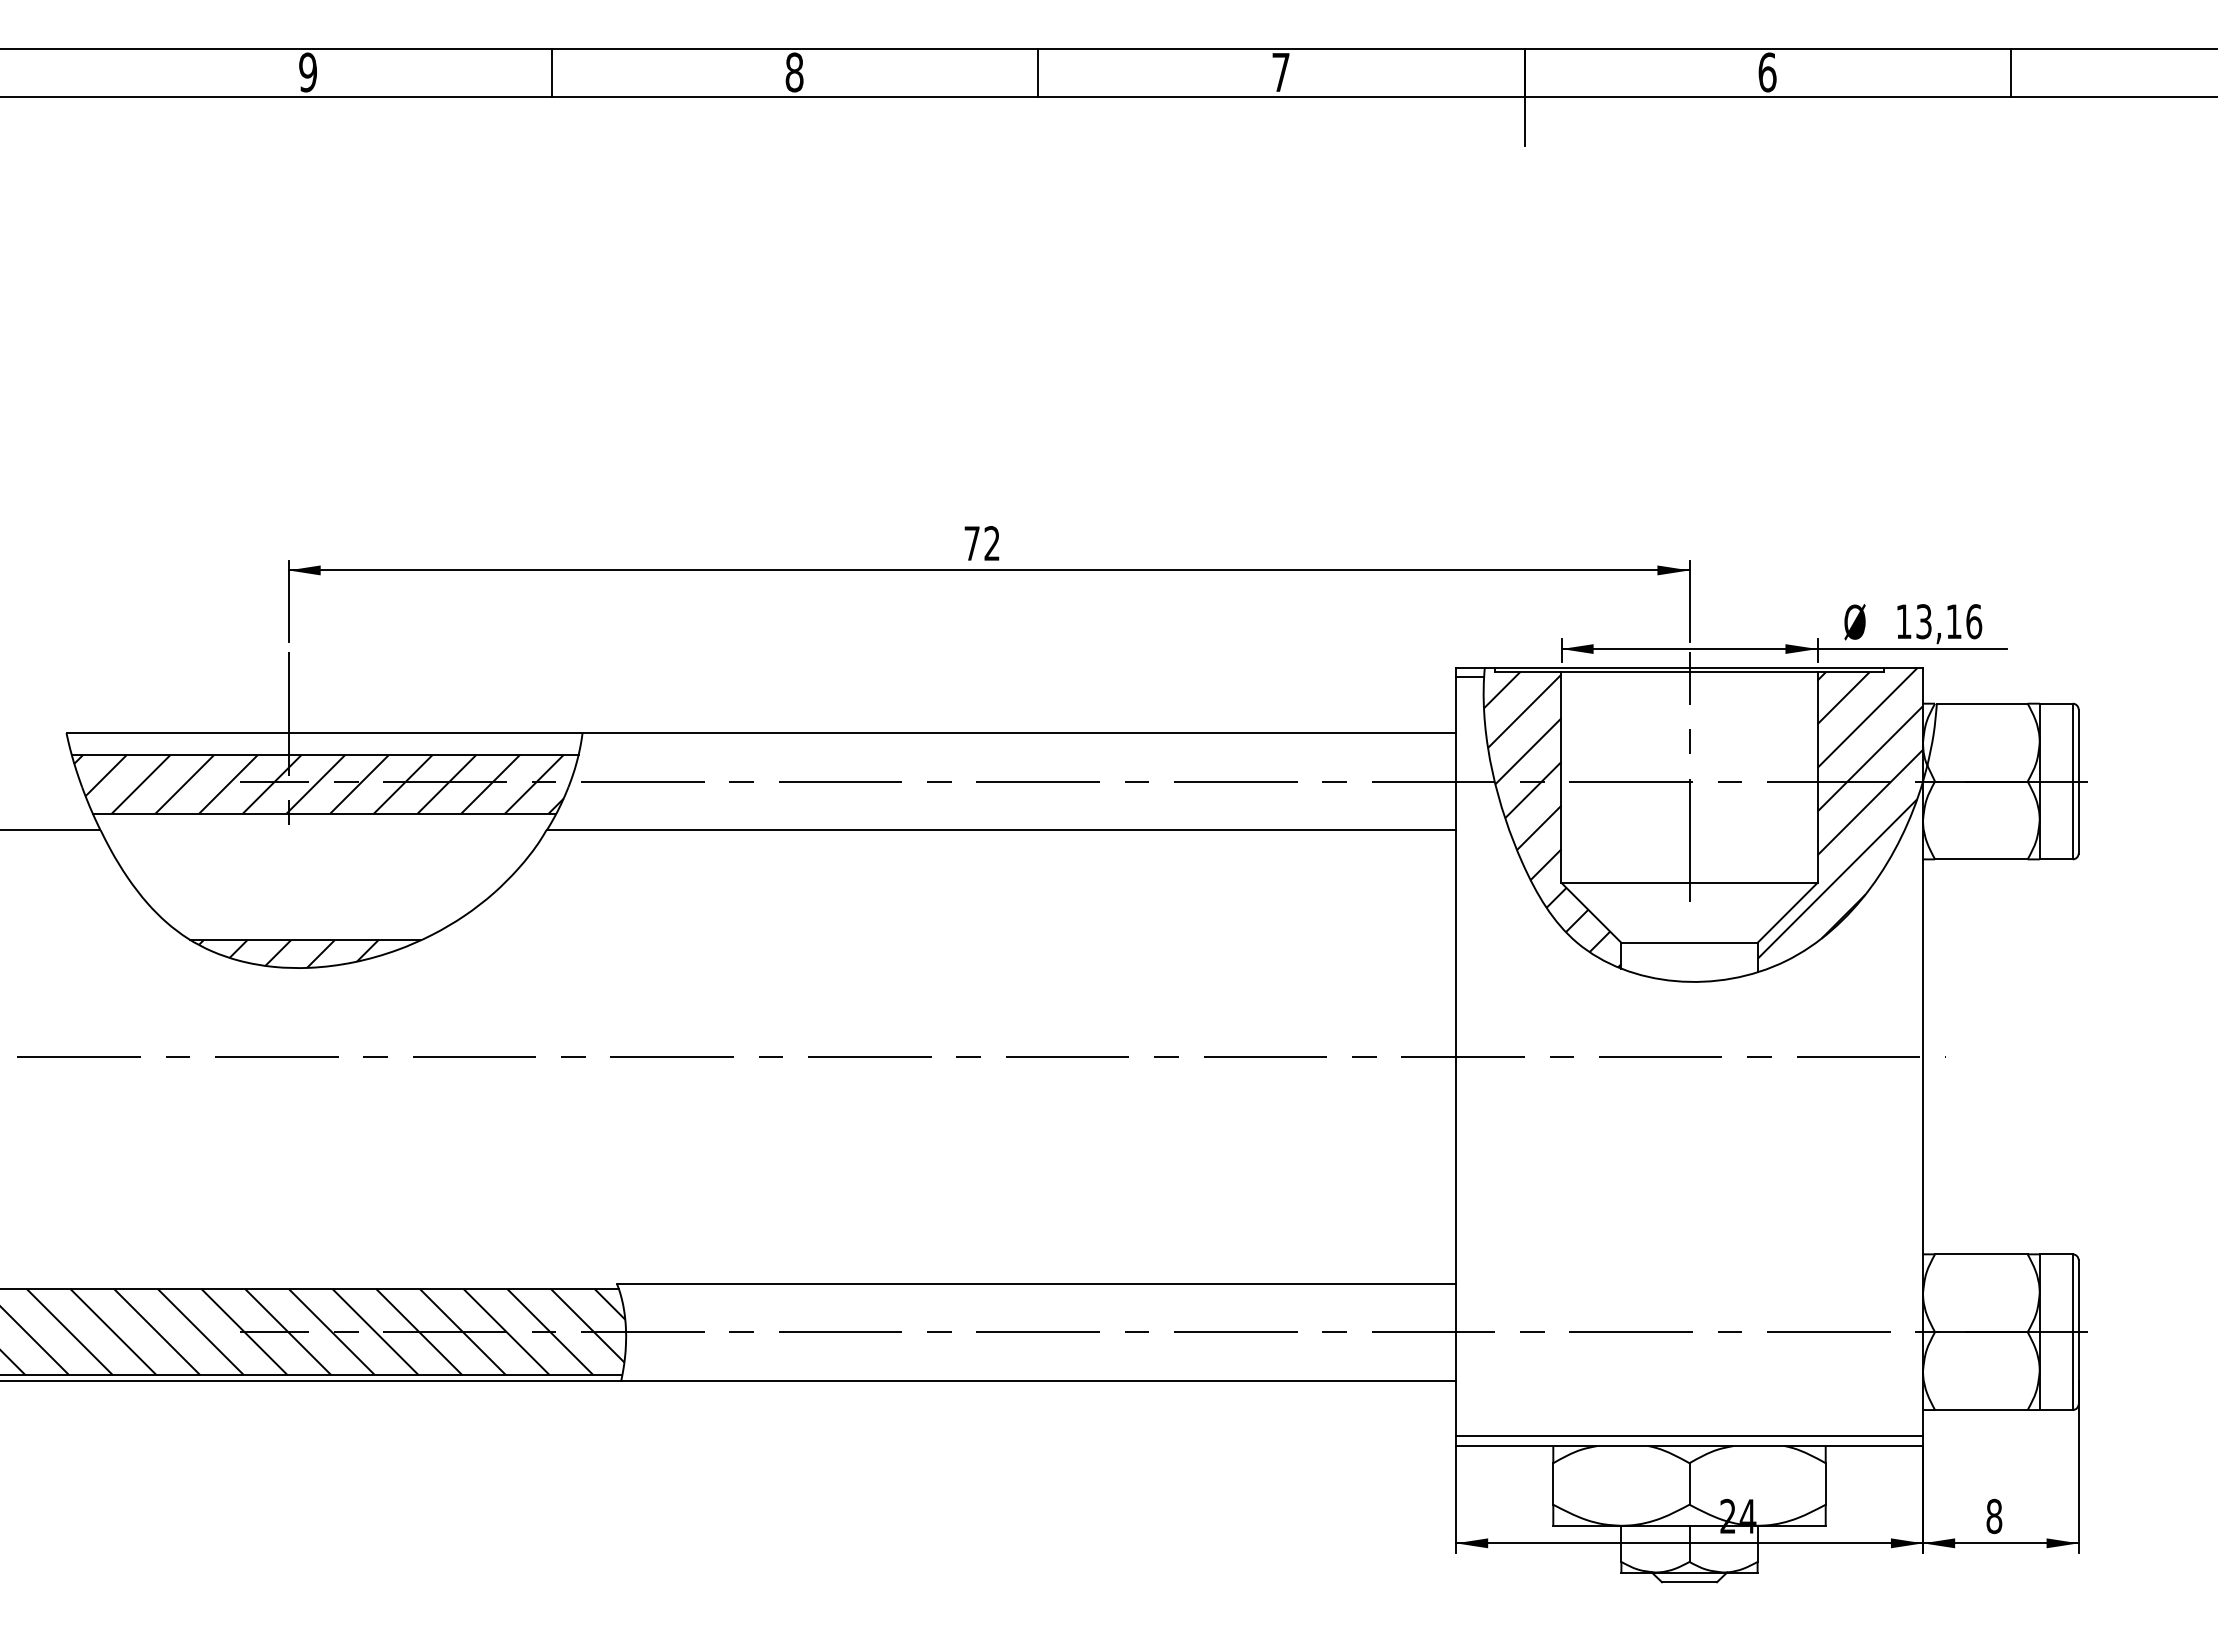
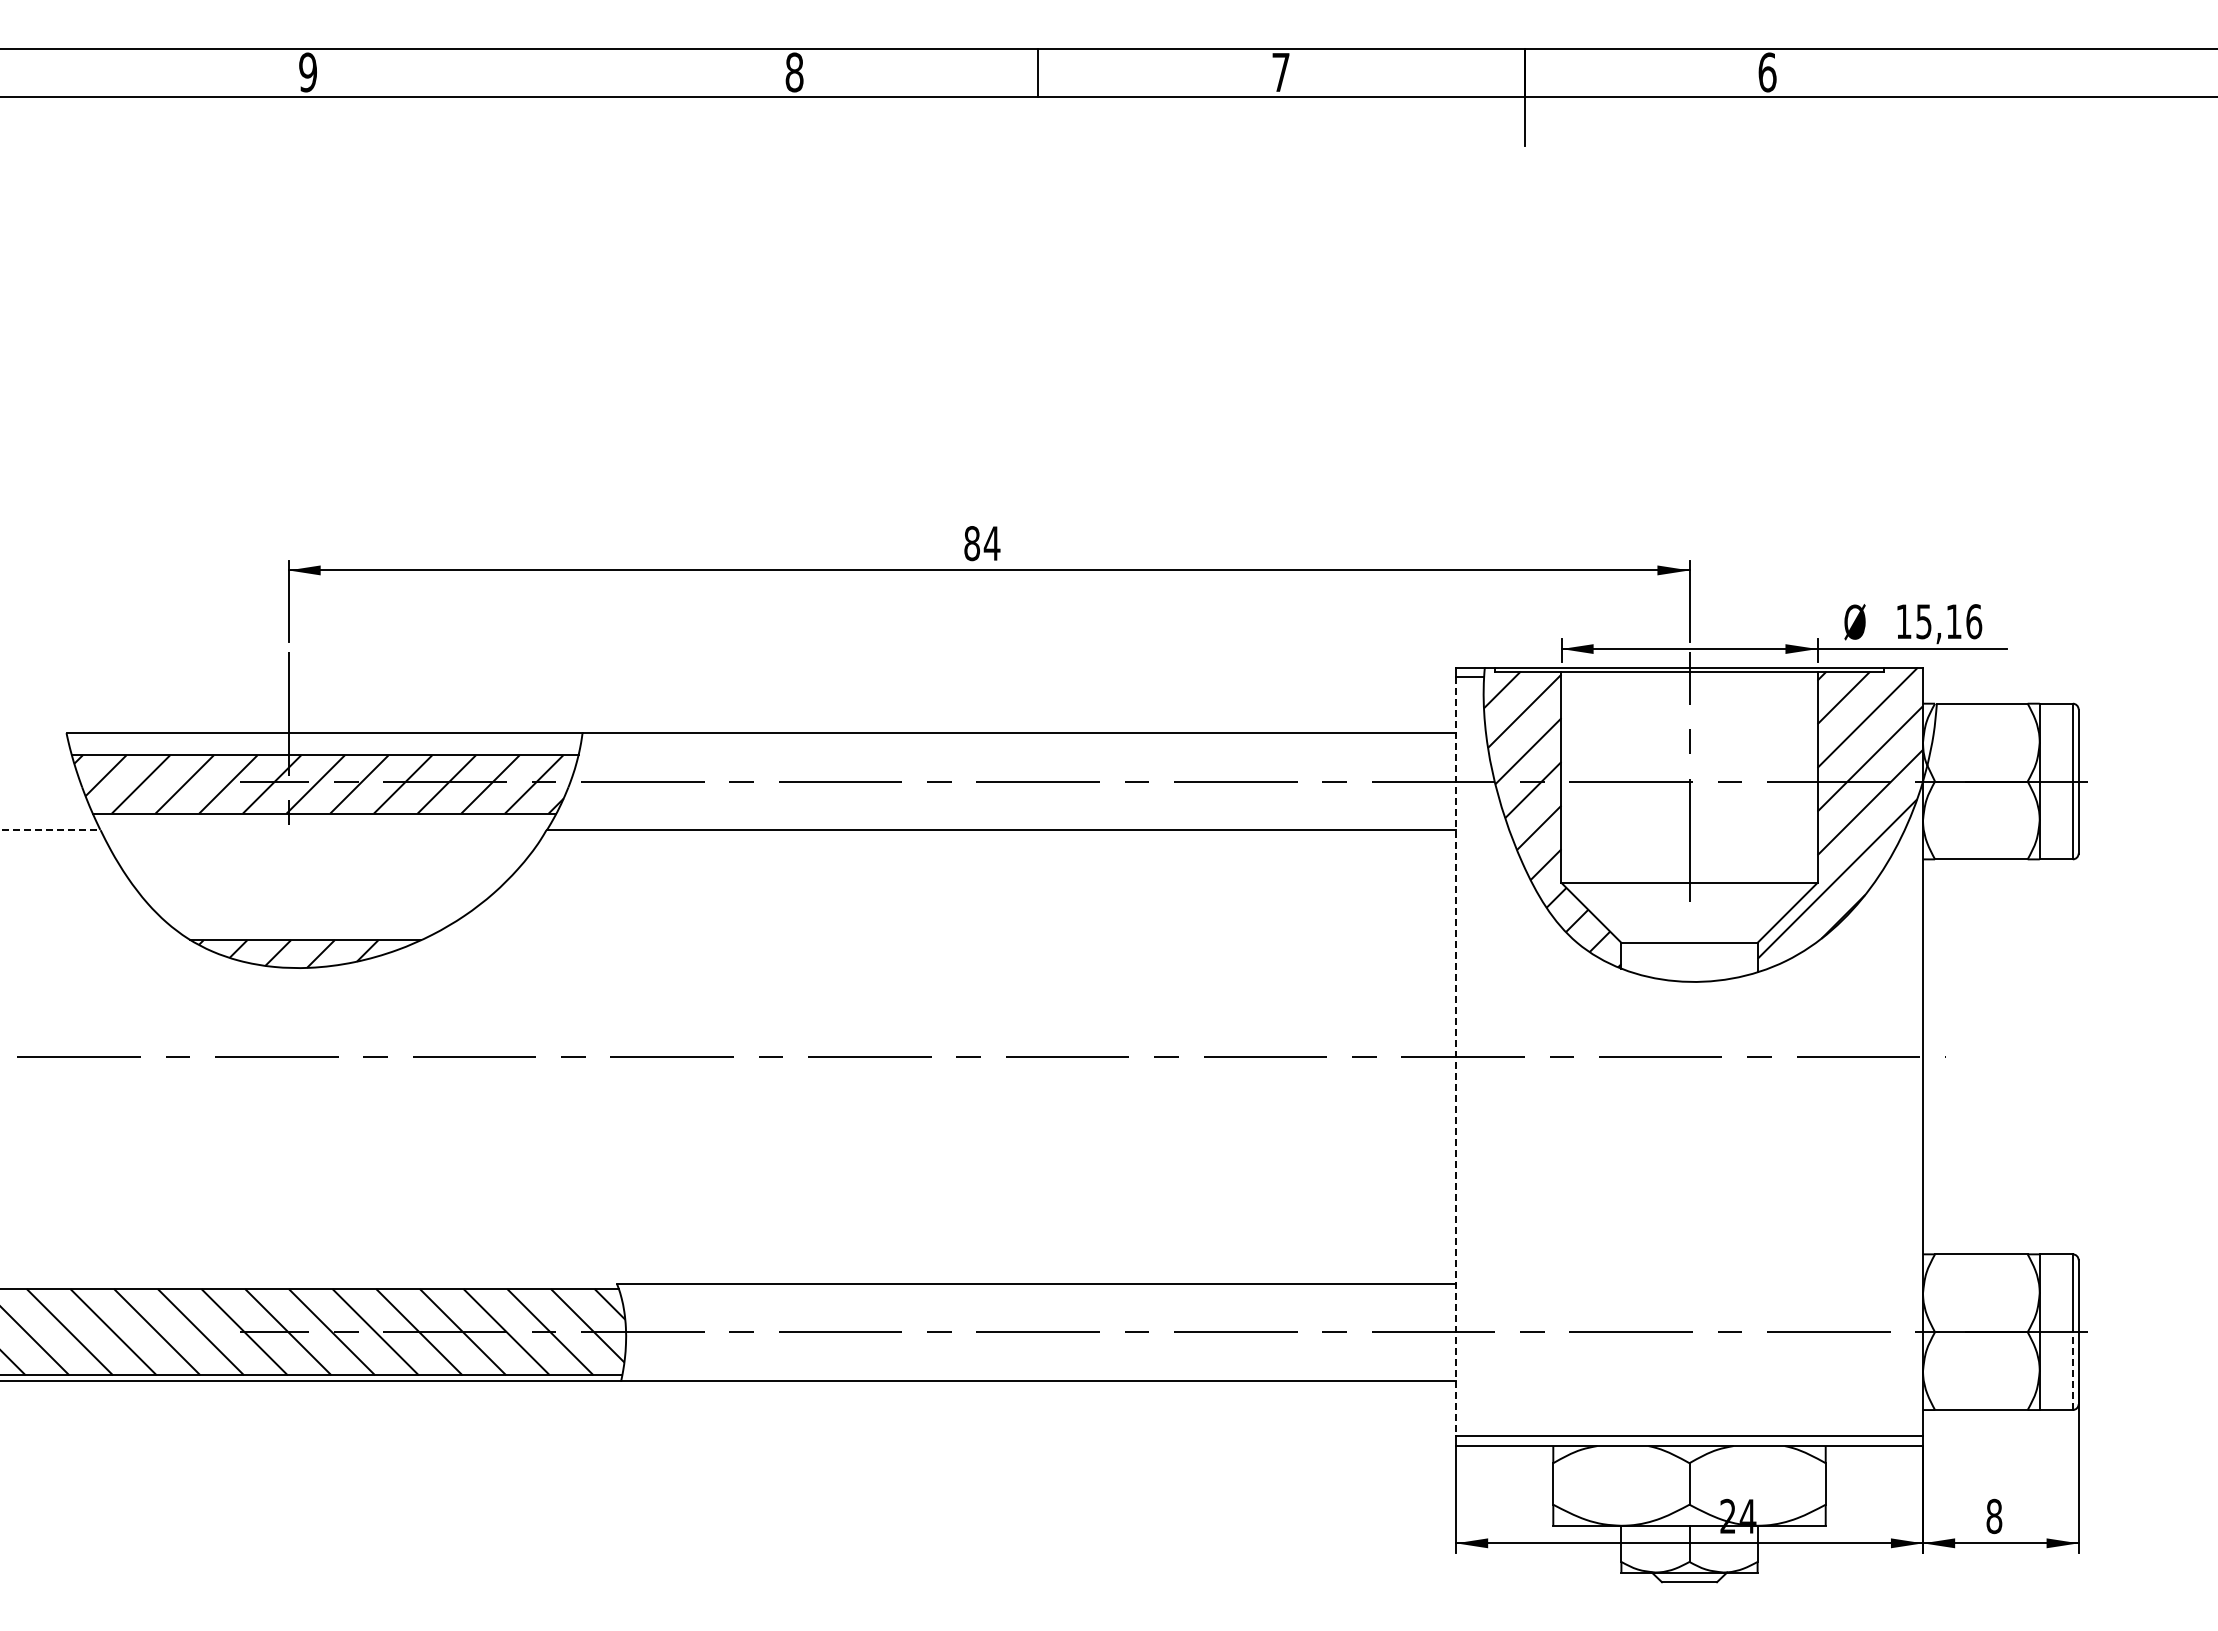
line at (551, 72): present -> none
line at (2011, 72): present -> none
text at (982, 543): 72 -> 84
text at (1924, 621): 13,16 -> 15,16
line at (50, 830): solid -> dashed
line at (1456, 1057): solid -> dashed
line at (2072, 1371): solid -> dashed
